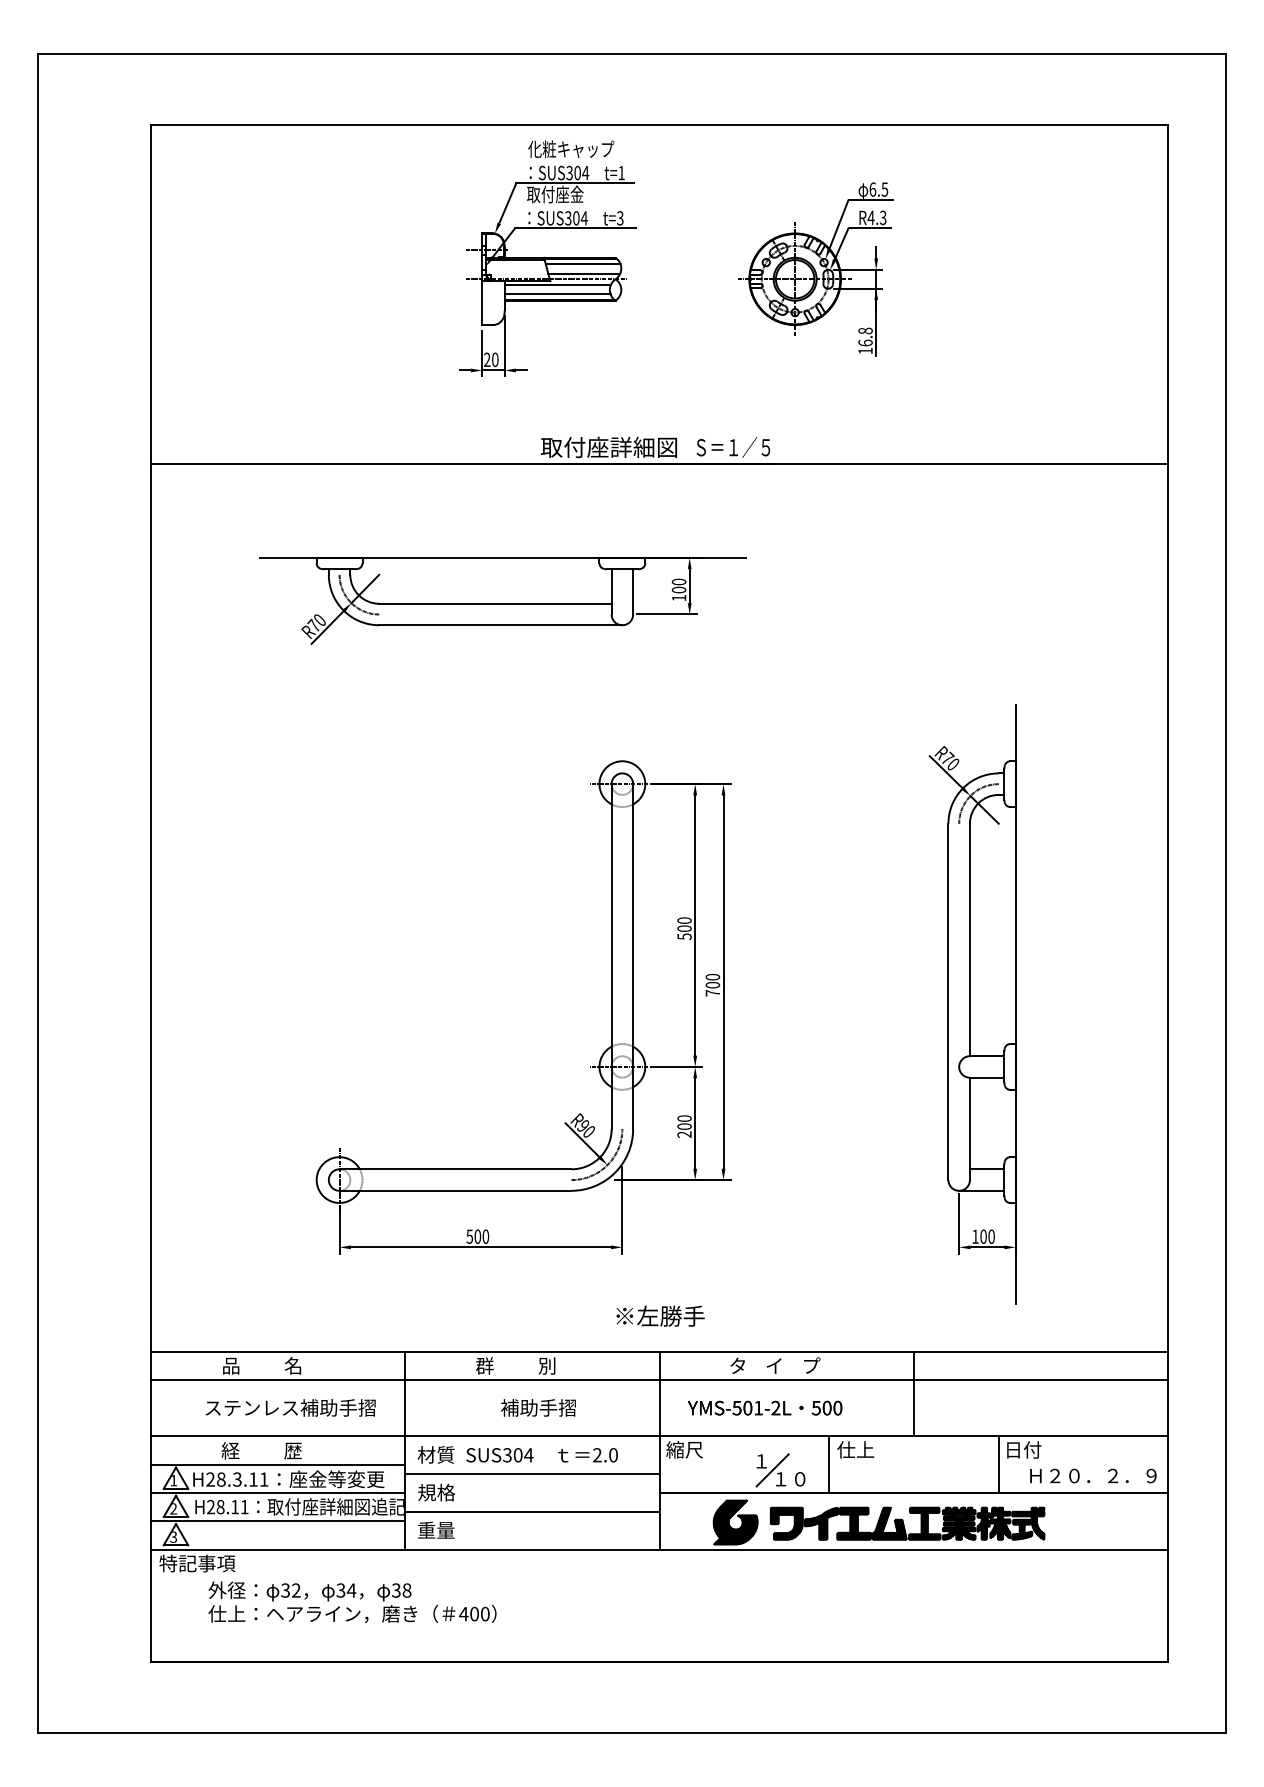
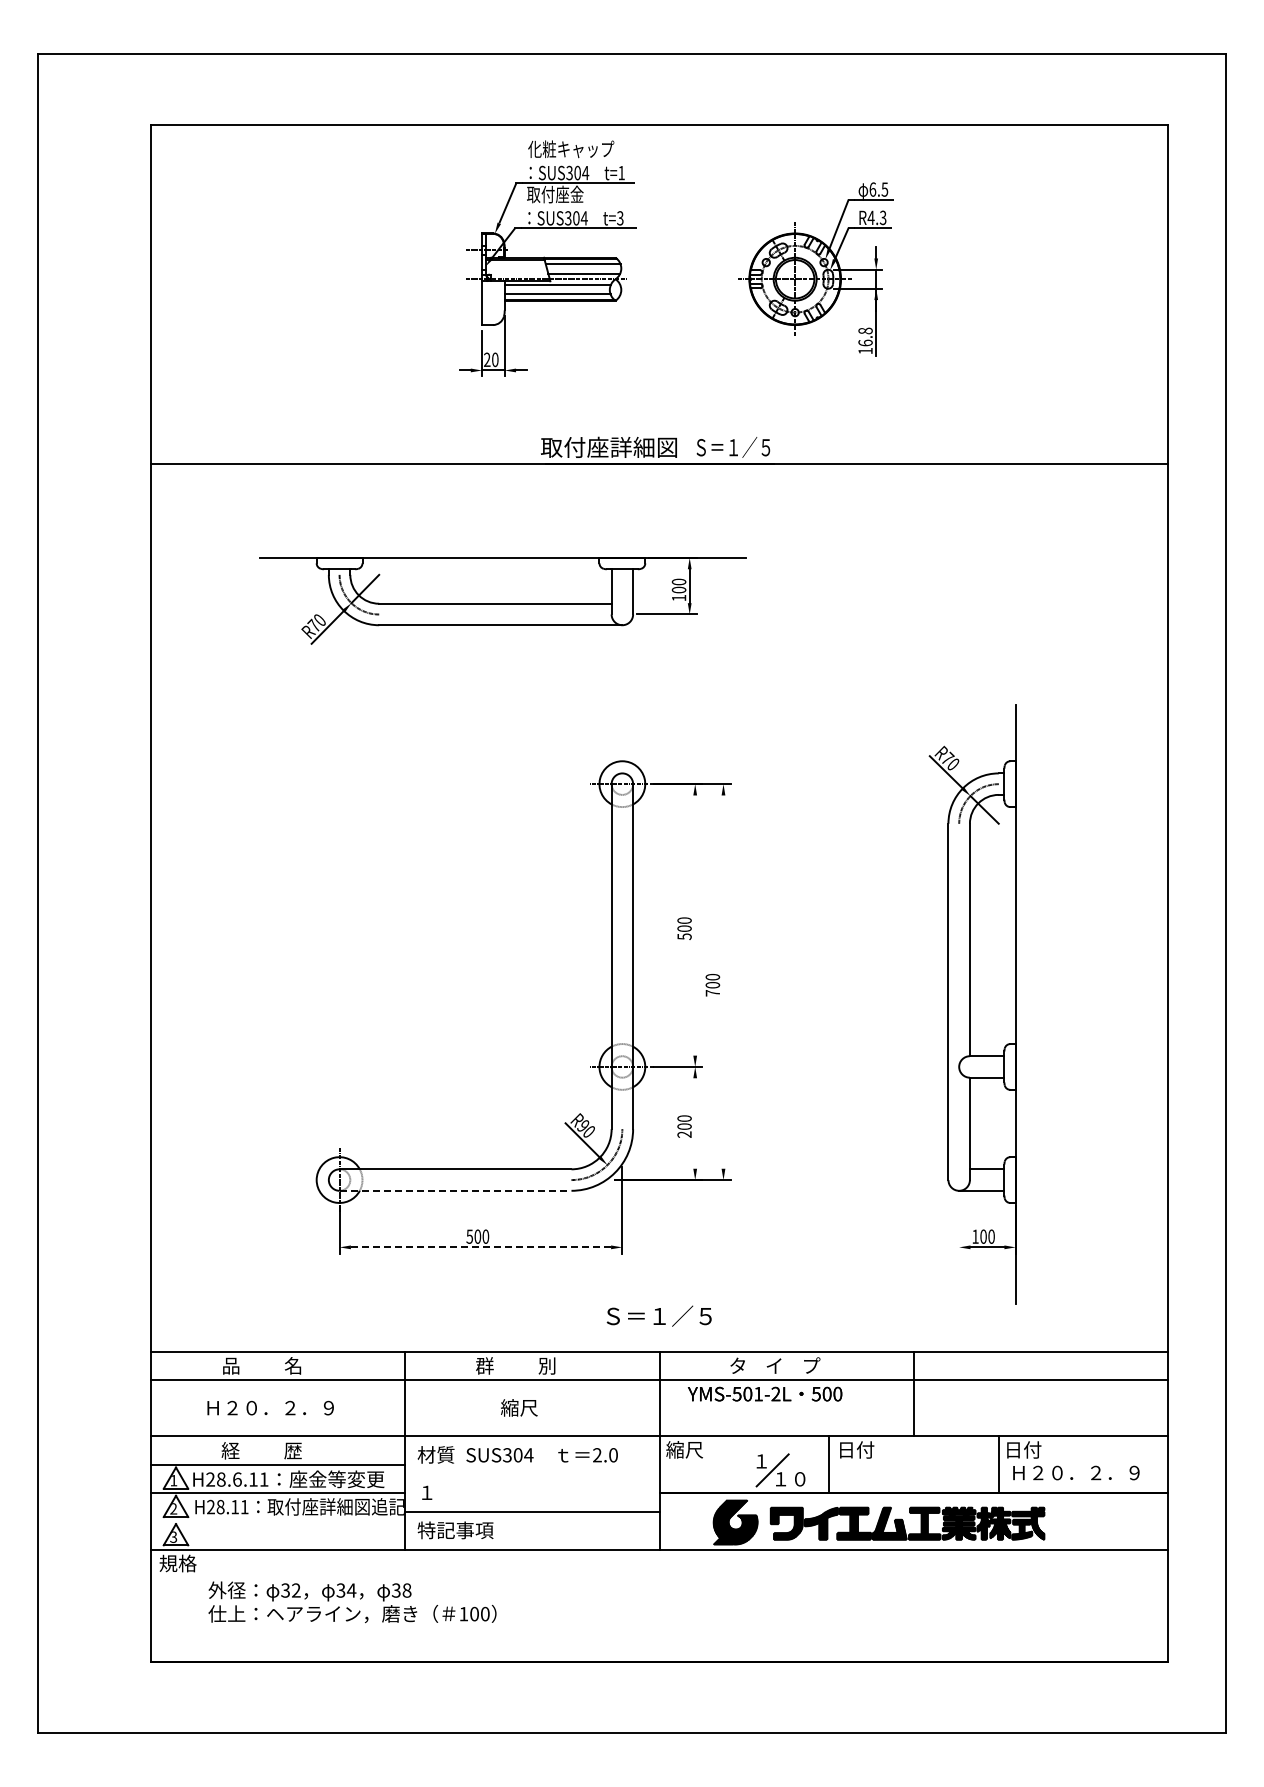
line at (695, 925): present -> none
line at (723, 981): present -> none
line at (695, 1123): present -> none
line at (455, 1190): solid -> dashed
line at (959, 1224): present -> none
line at (480, 1247): solid -> dashed
text at (658, 1315): ※左勝手 -> Ｓ＝１／５
text at (290, 1407): ステンレス補助手摺 -> Ｈ２０．２．９
text at (538, 1407): 補助手摺 -> 縮尺
text at (765, 1407) position: (765, 1407) -> (765, 1393)
text at (855, 1449): 仕上 -> 日付
line at (532, 1474): present -> none
text at (1093, 1475) position: (1093, 1475) -> (1076, 1472)
text at (237, 1479): H28.3.11 -> H28.6.11
text at (436, 1492): 規格 -> １
line at (278, 1521): present -> none
text at (455, 1530): 重量 -> 特記事項
text at (197, 1563): 特記事項 -> 規格
text at (463, 1614): 400 -> 100
